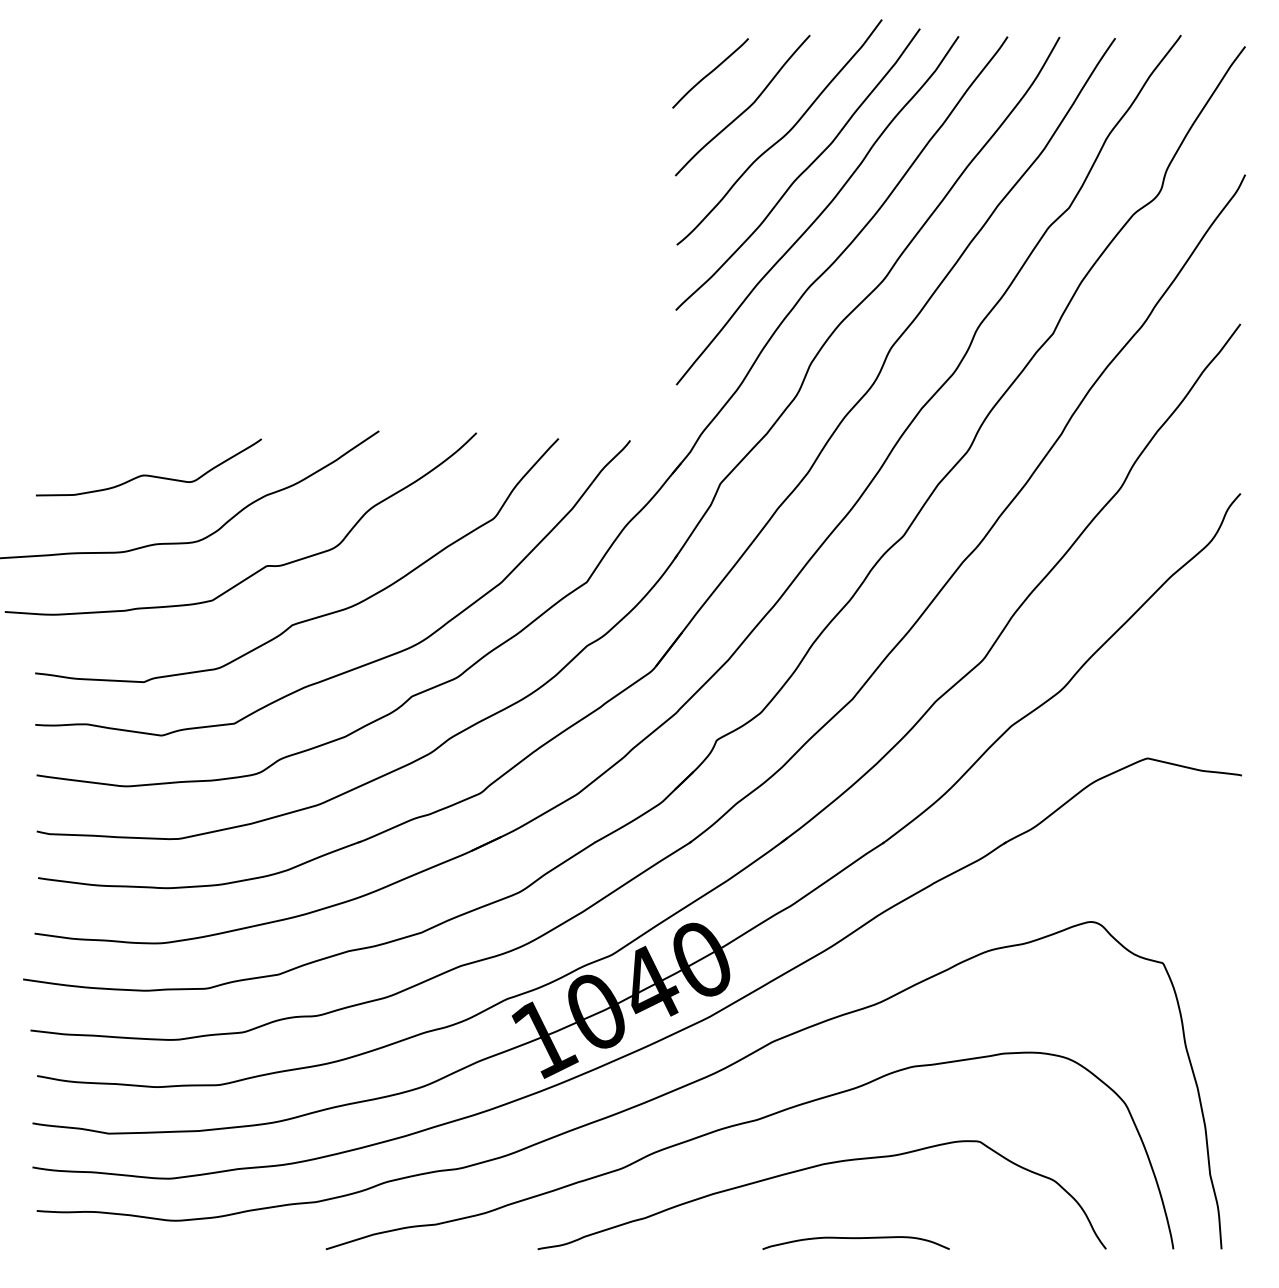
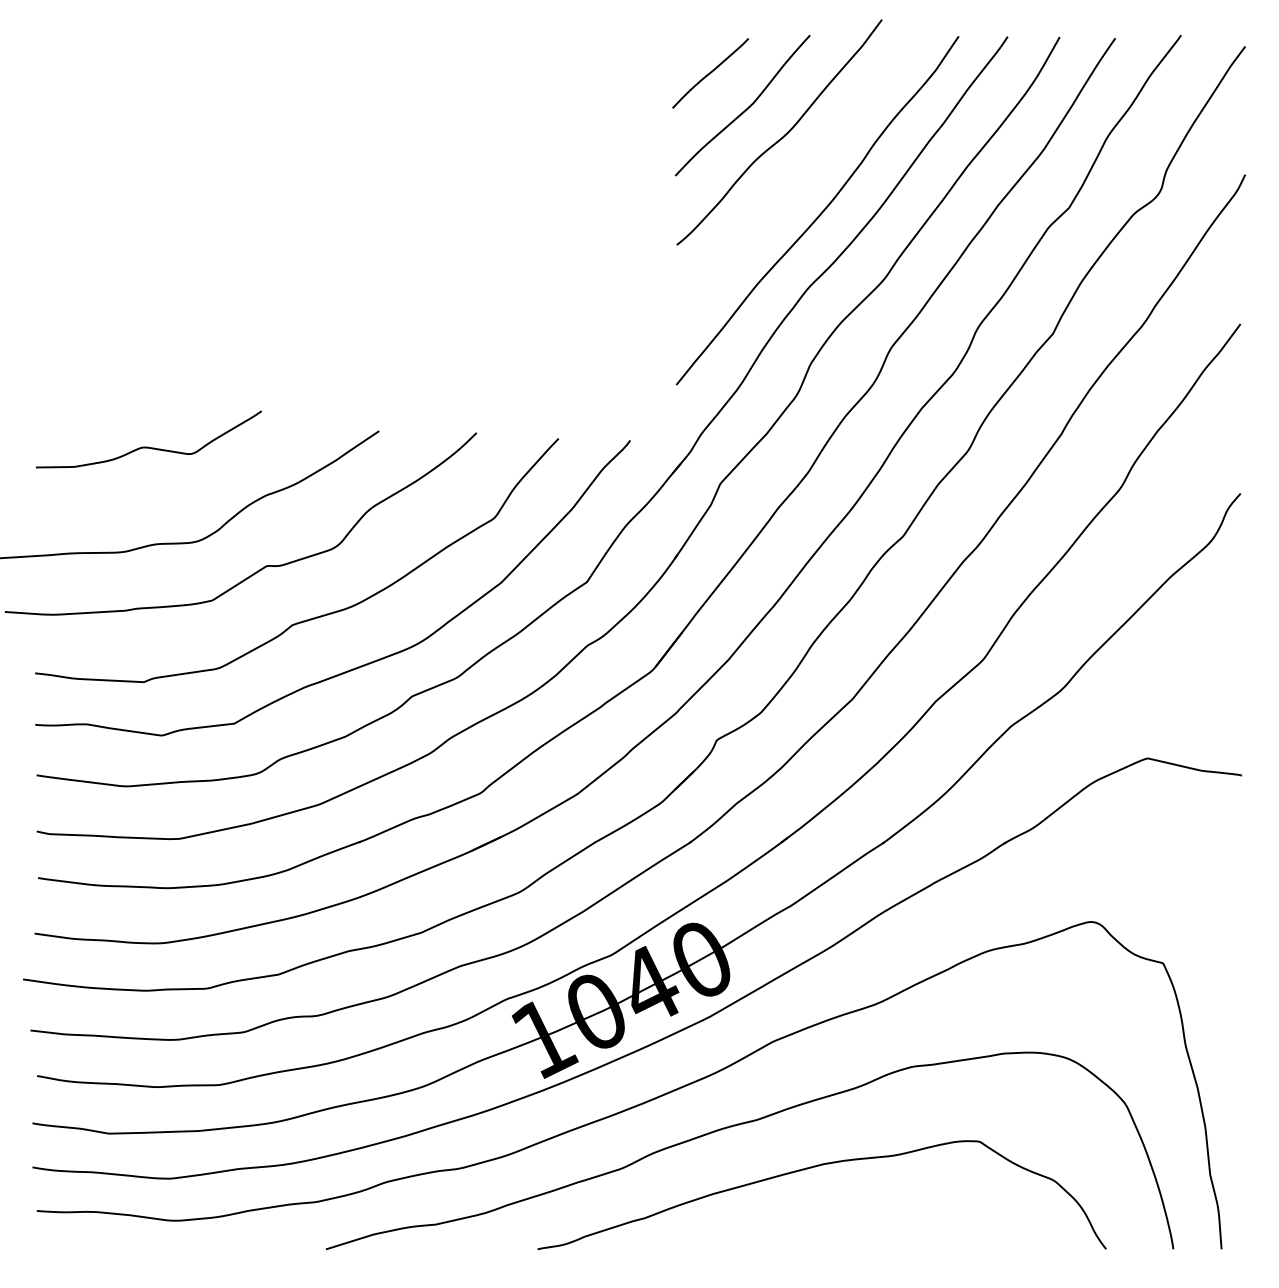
curve at (801, 172): present -> none
curve at (148, 474) position: (148, 474) -> (148, 446)
curve at (855, 1239): present -> none
